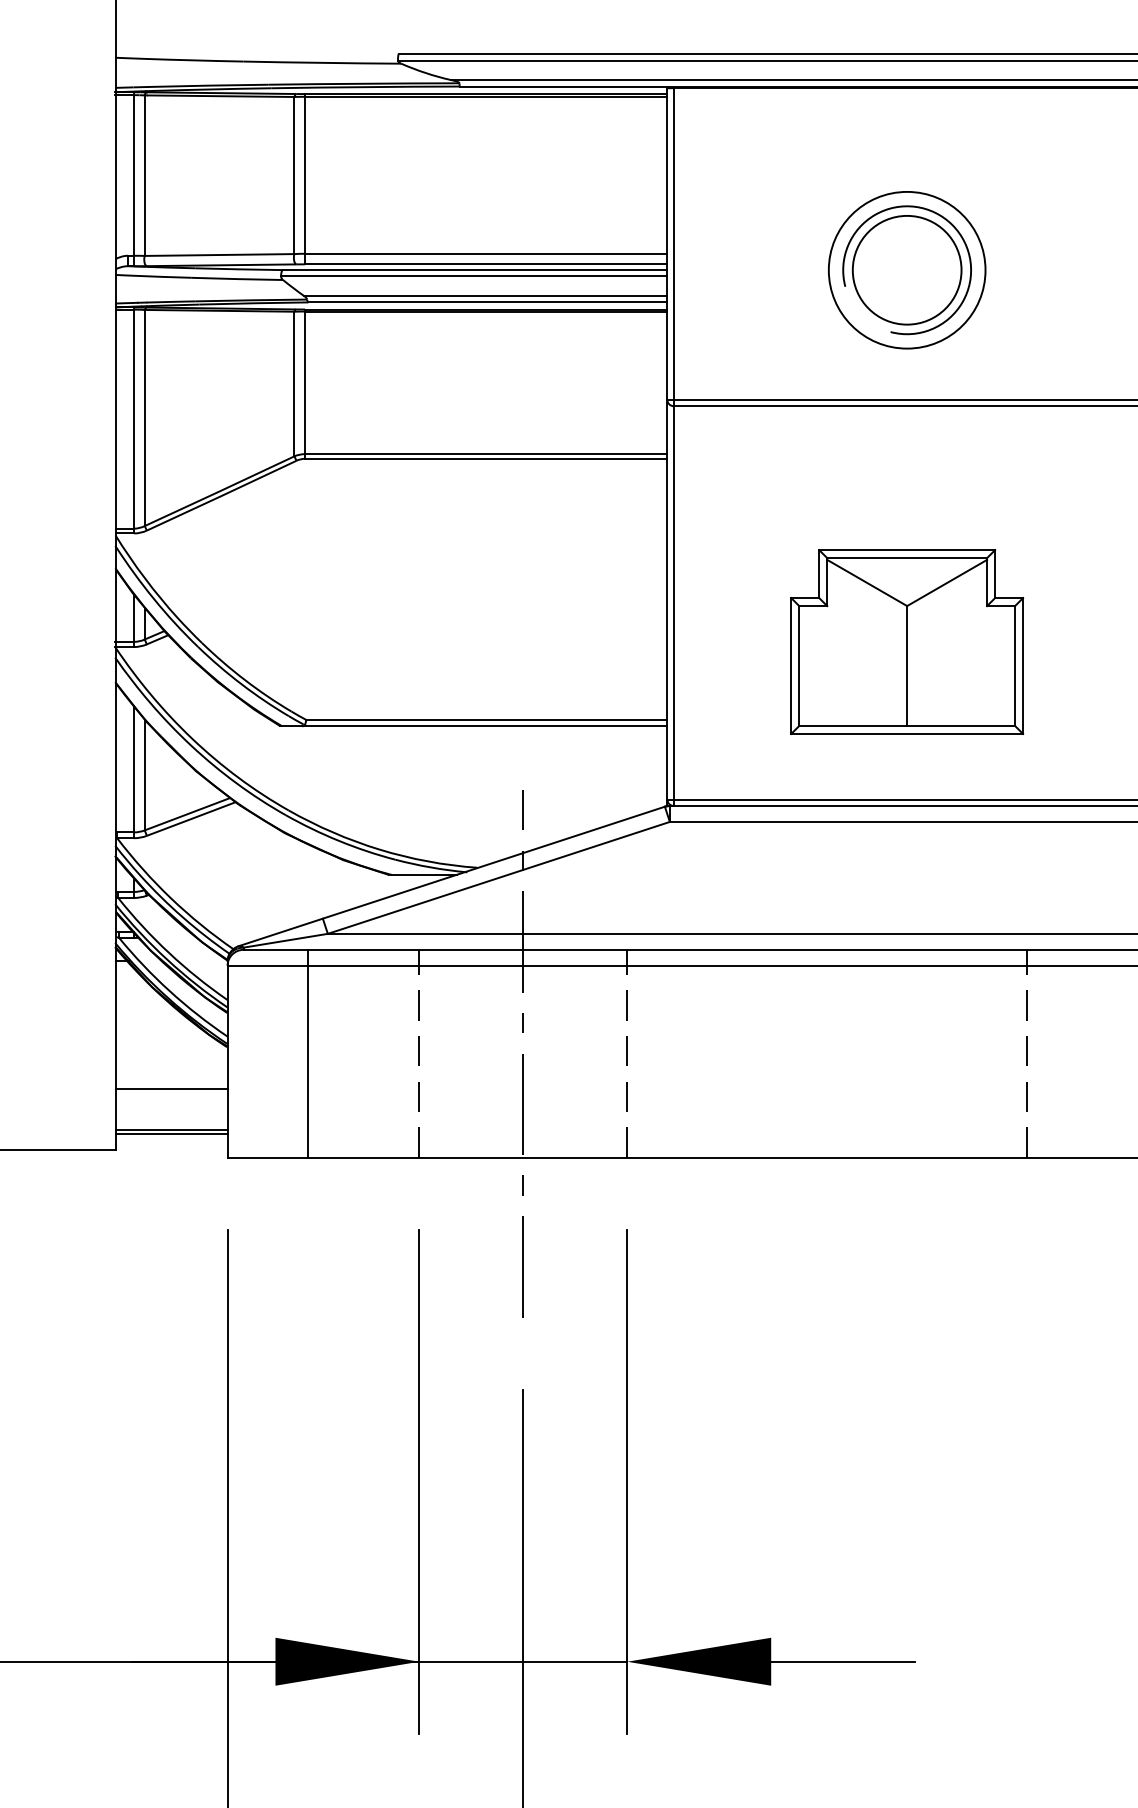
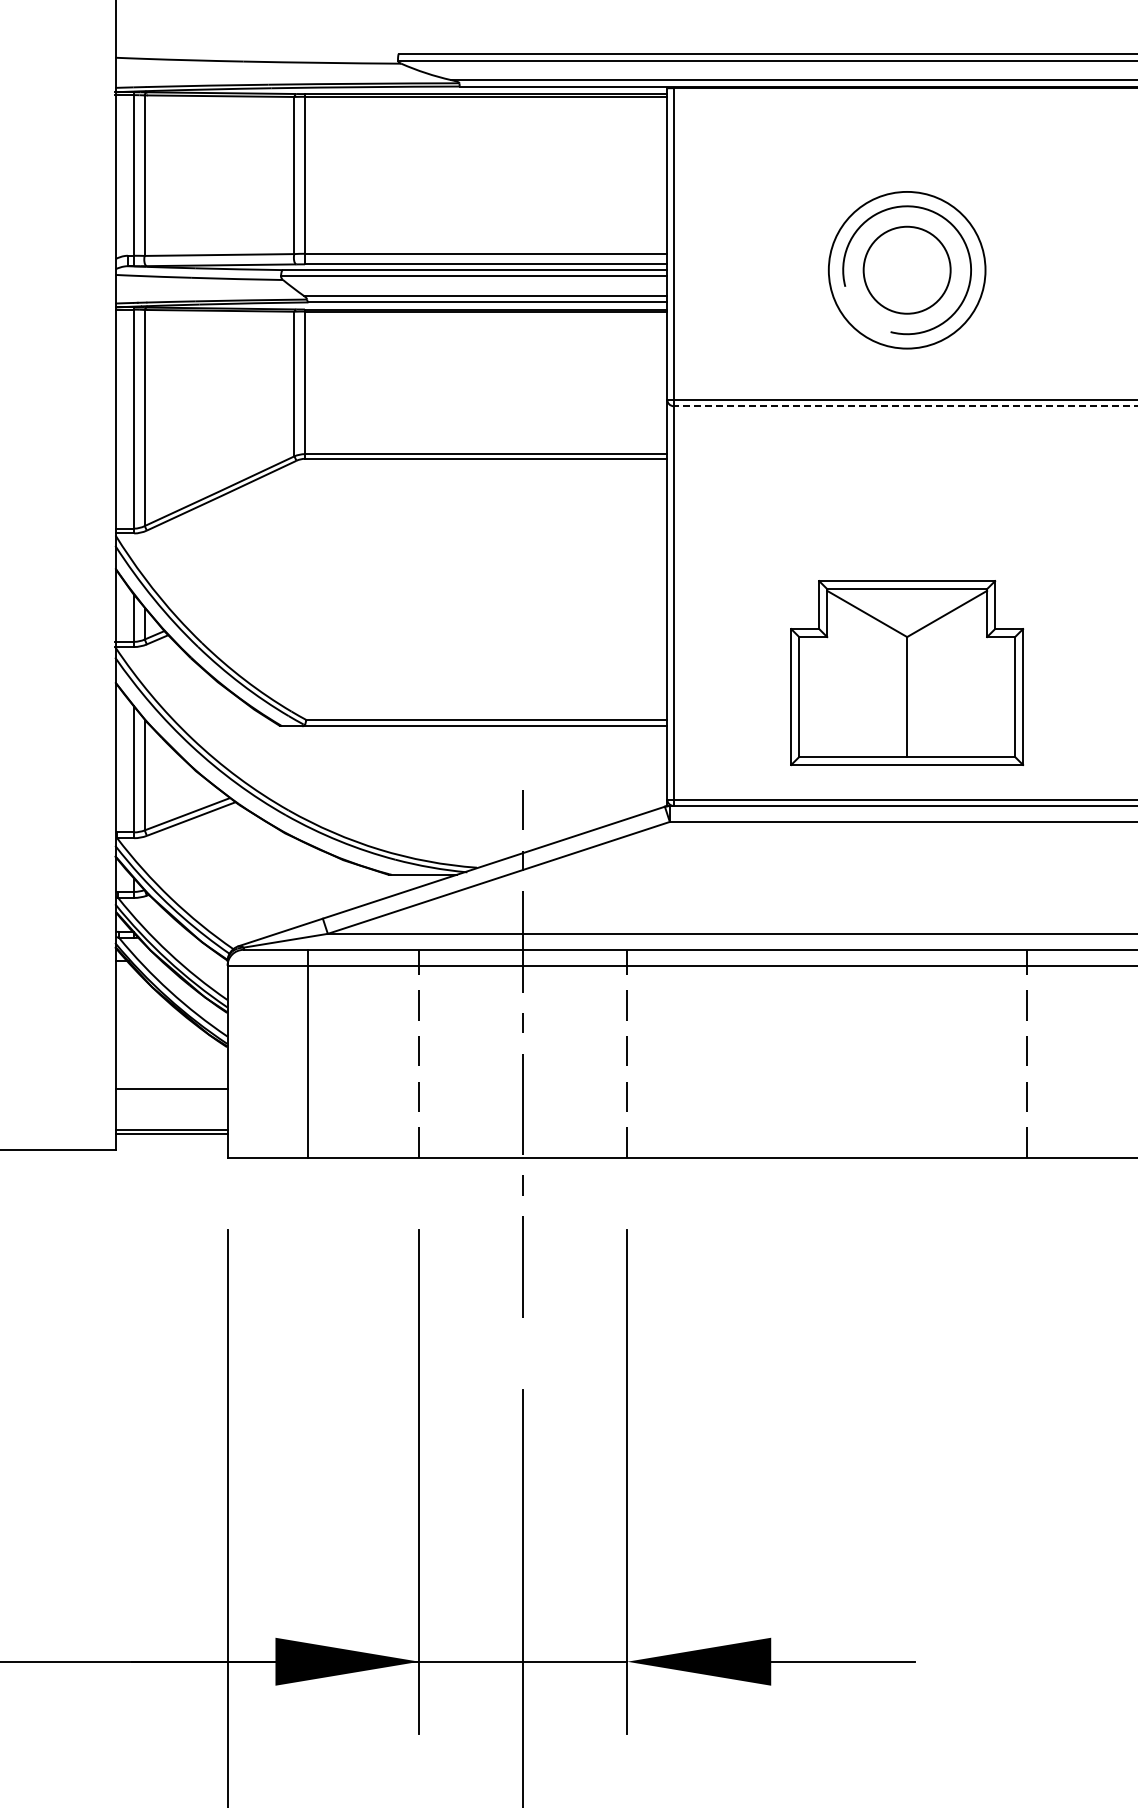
circle at (906, 269) diameter: 109 px -> 87 px
line at (905, 406): solid -> dashed
part at (907, 641) position: (907, 641) -> (907, 672)
